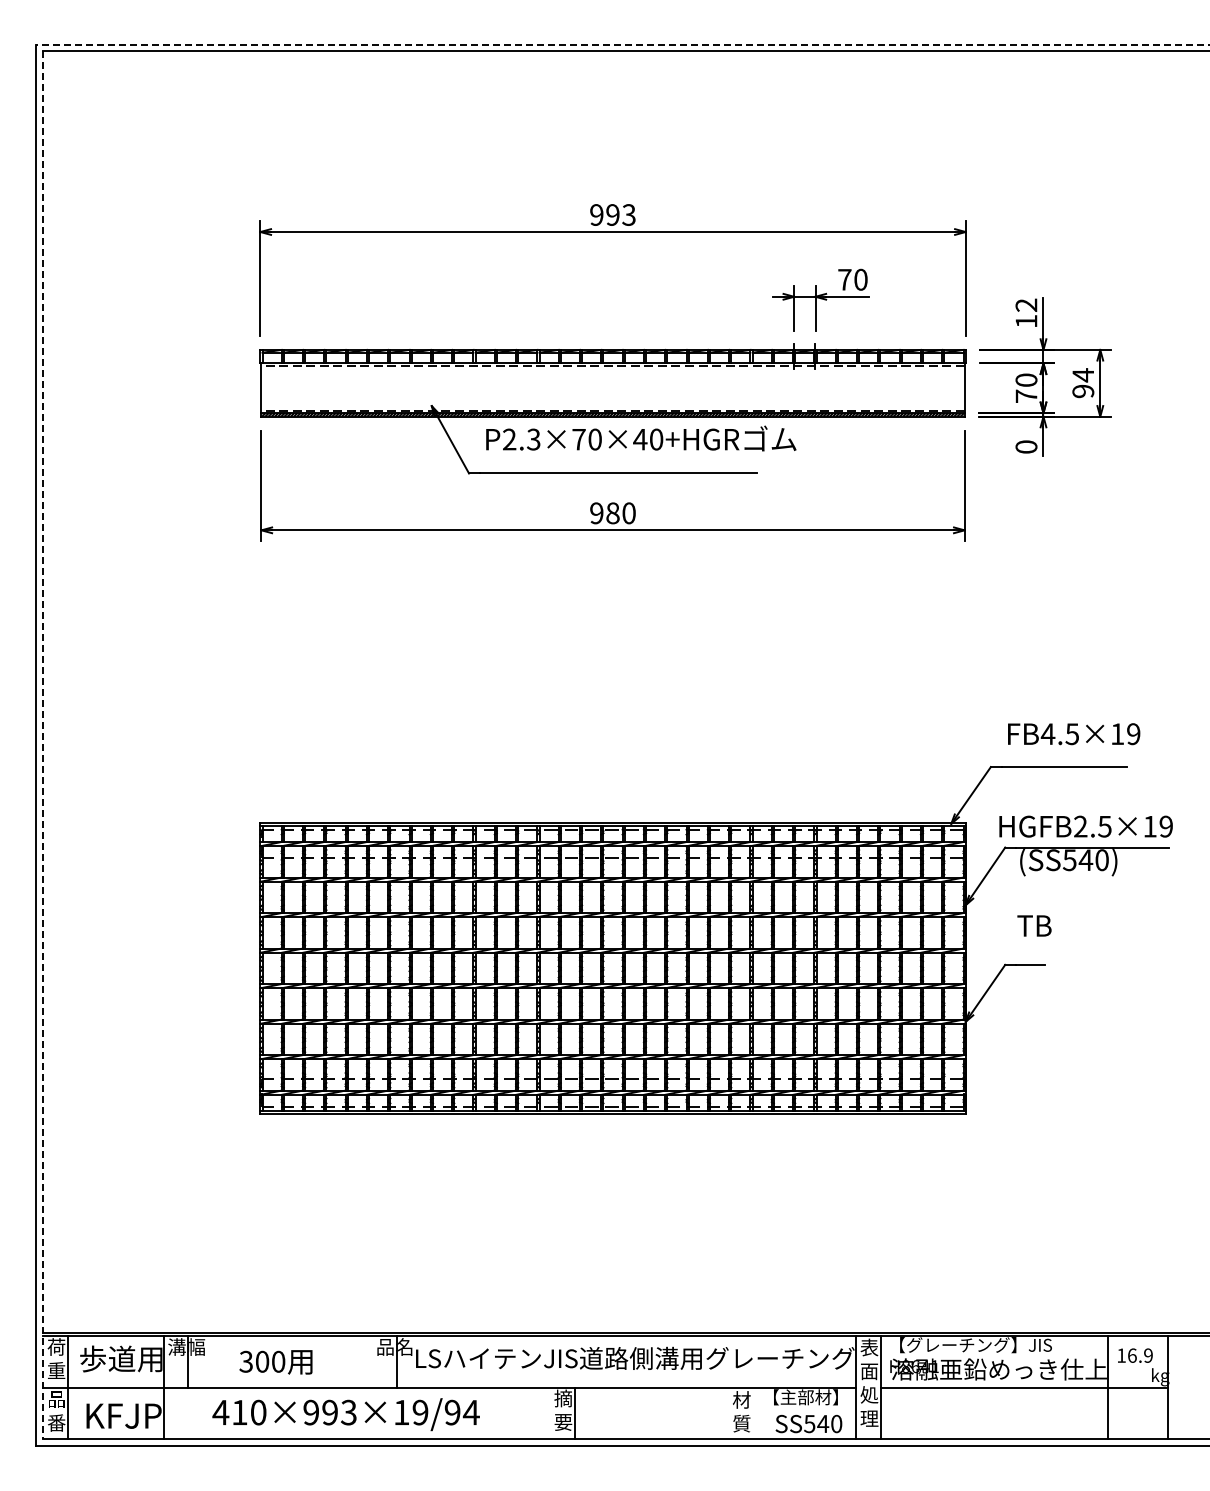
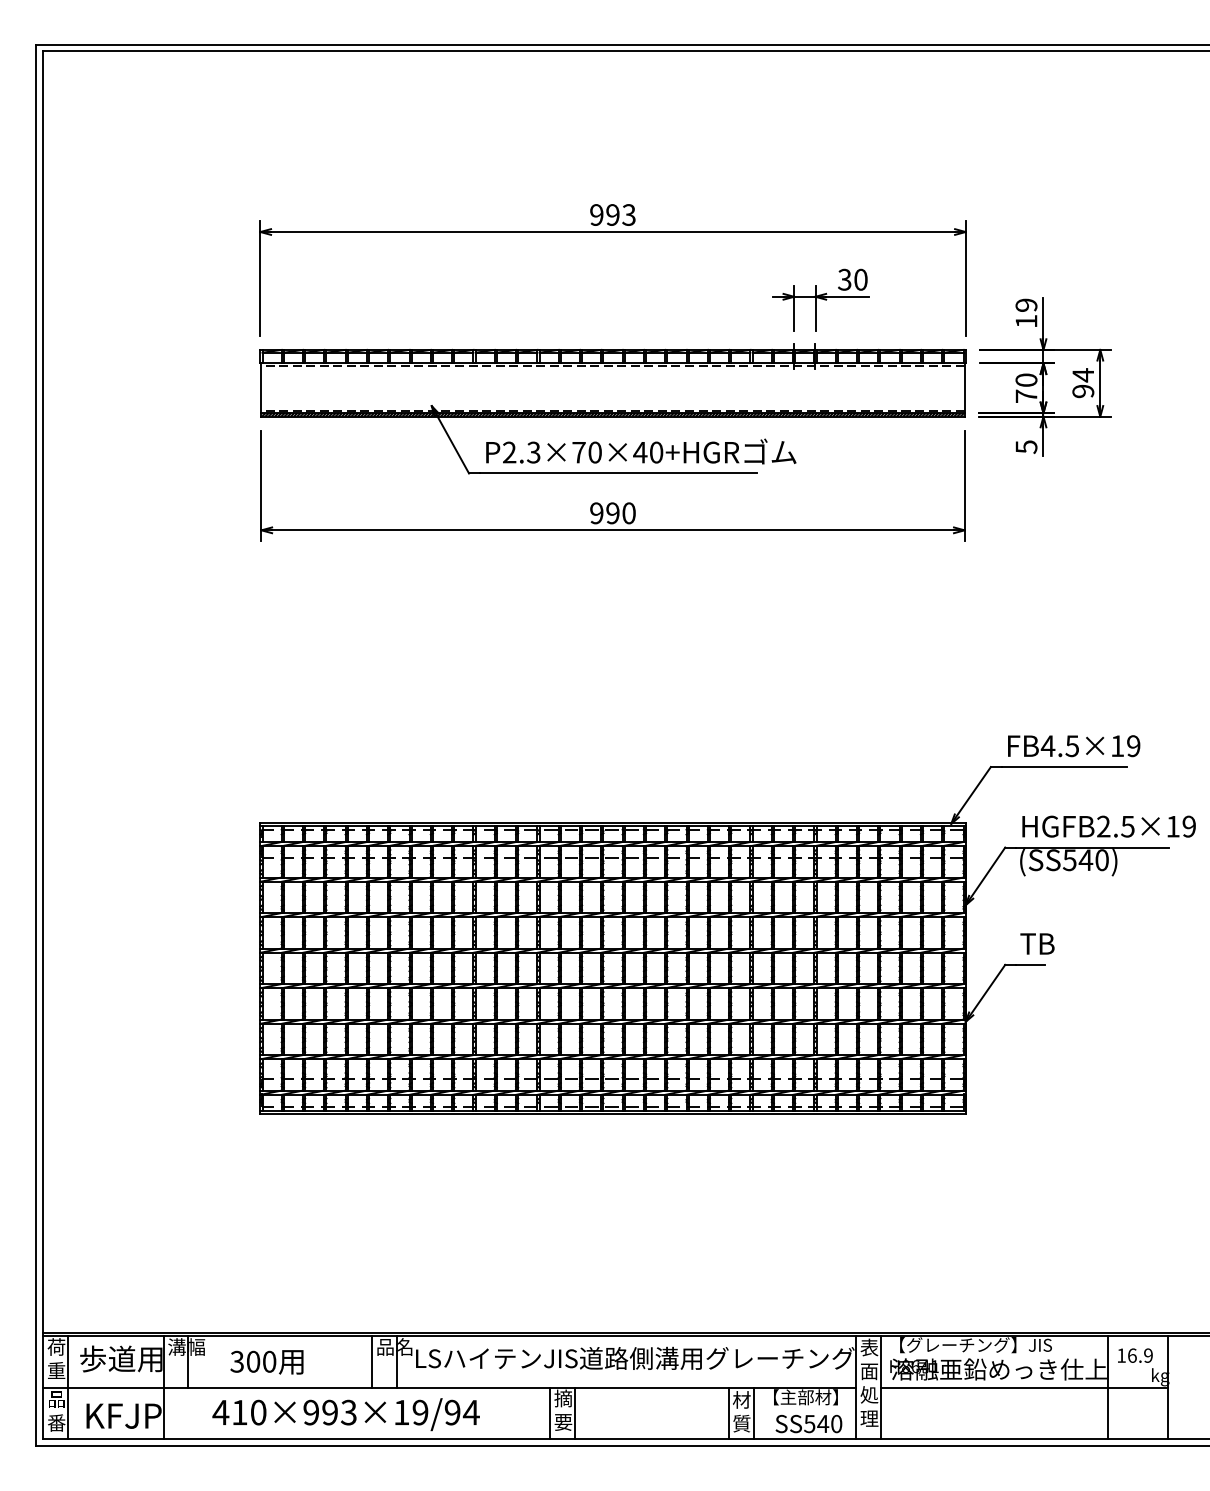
line at (623, 44): dashed -> solid
text at (844, 279): 70 -> 30
text at (1026, 304): 12 -> 19
text at (641, 438) position: (641, 438) -> (641, 451)
text at (1026, 447): 0 -> 5
text at (612, 513): 980 -> 990
text at (1074, 734) position: (1074, 734) -> (1074, 746)
line at (43, 745): dashed -> solid
text at (1085, 826) position: (1085, 826) -> (1108, 826)
text at (1034, 925) position: (1034, 925) -> (1037, 943)
line at (371, 1361): none -> present
text at (275, 1362) position: (275, 1362) -> (266, 1362)
line at (550, 1413): none -> present
line at (728, 1413): none -> present
line at (753, 1413): none -> present
